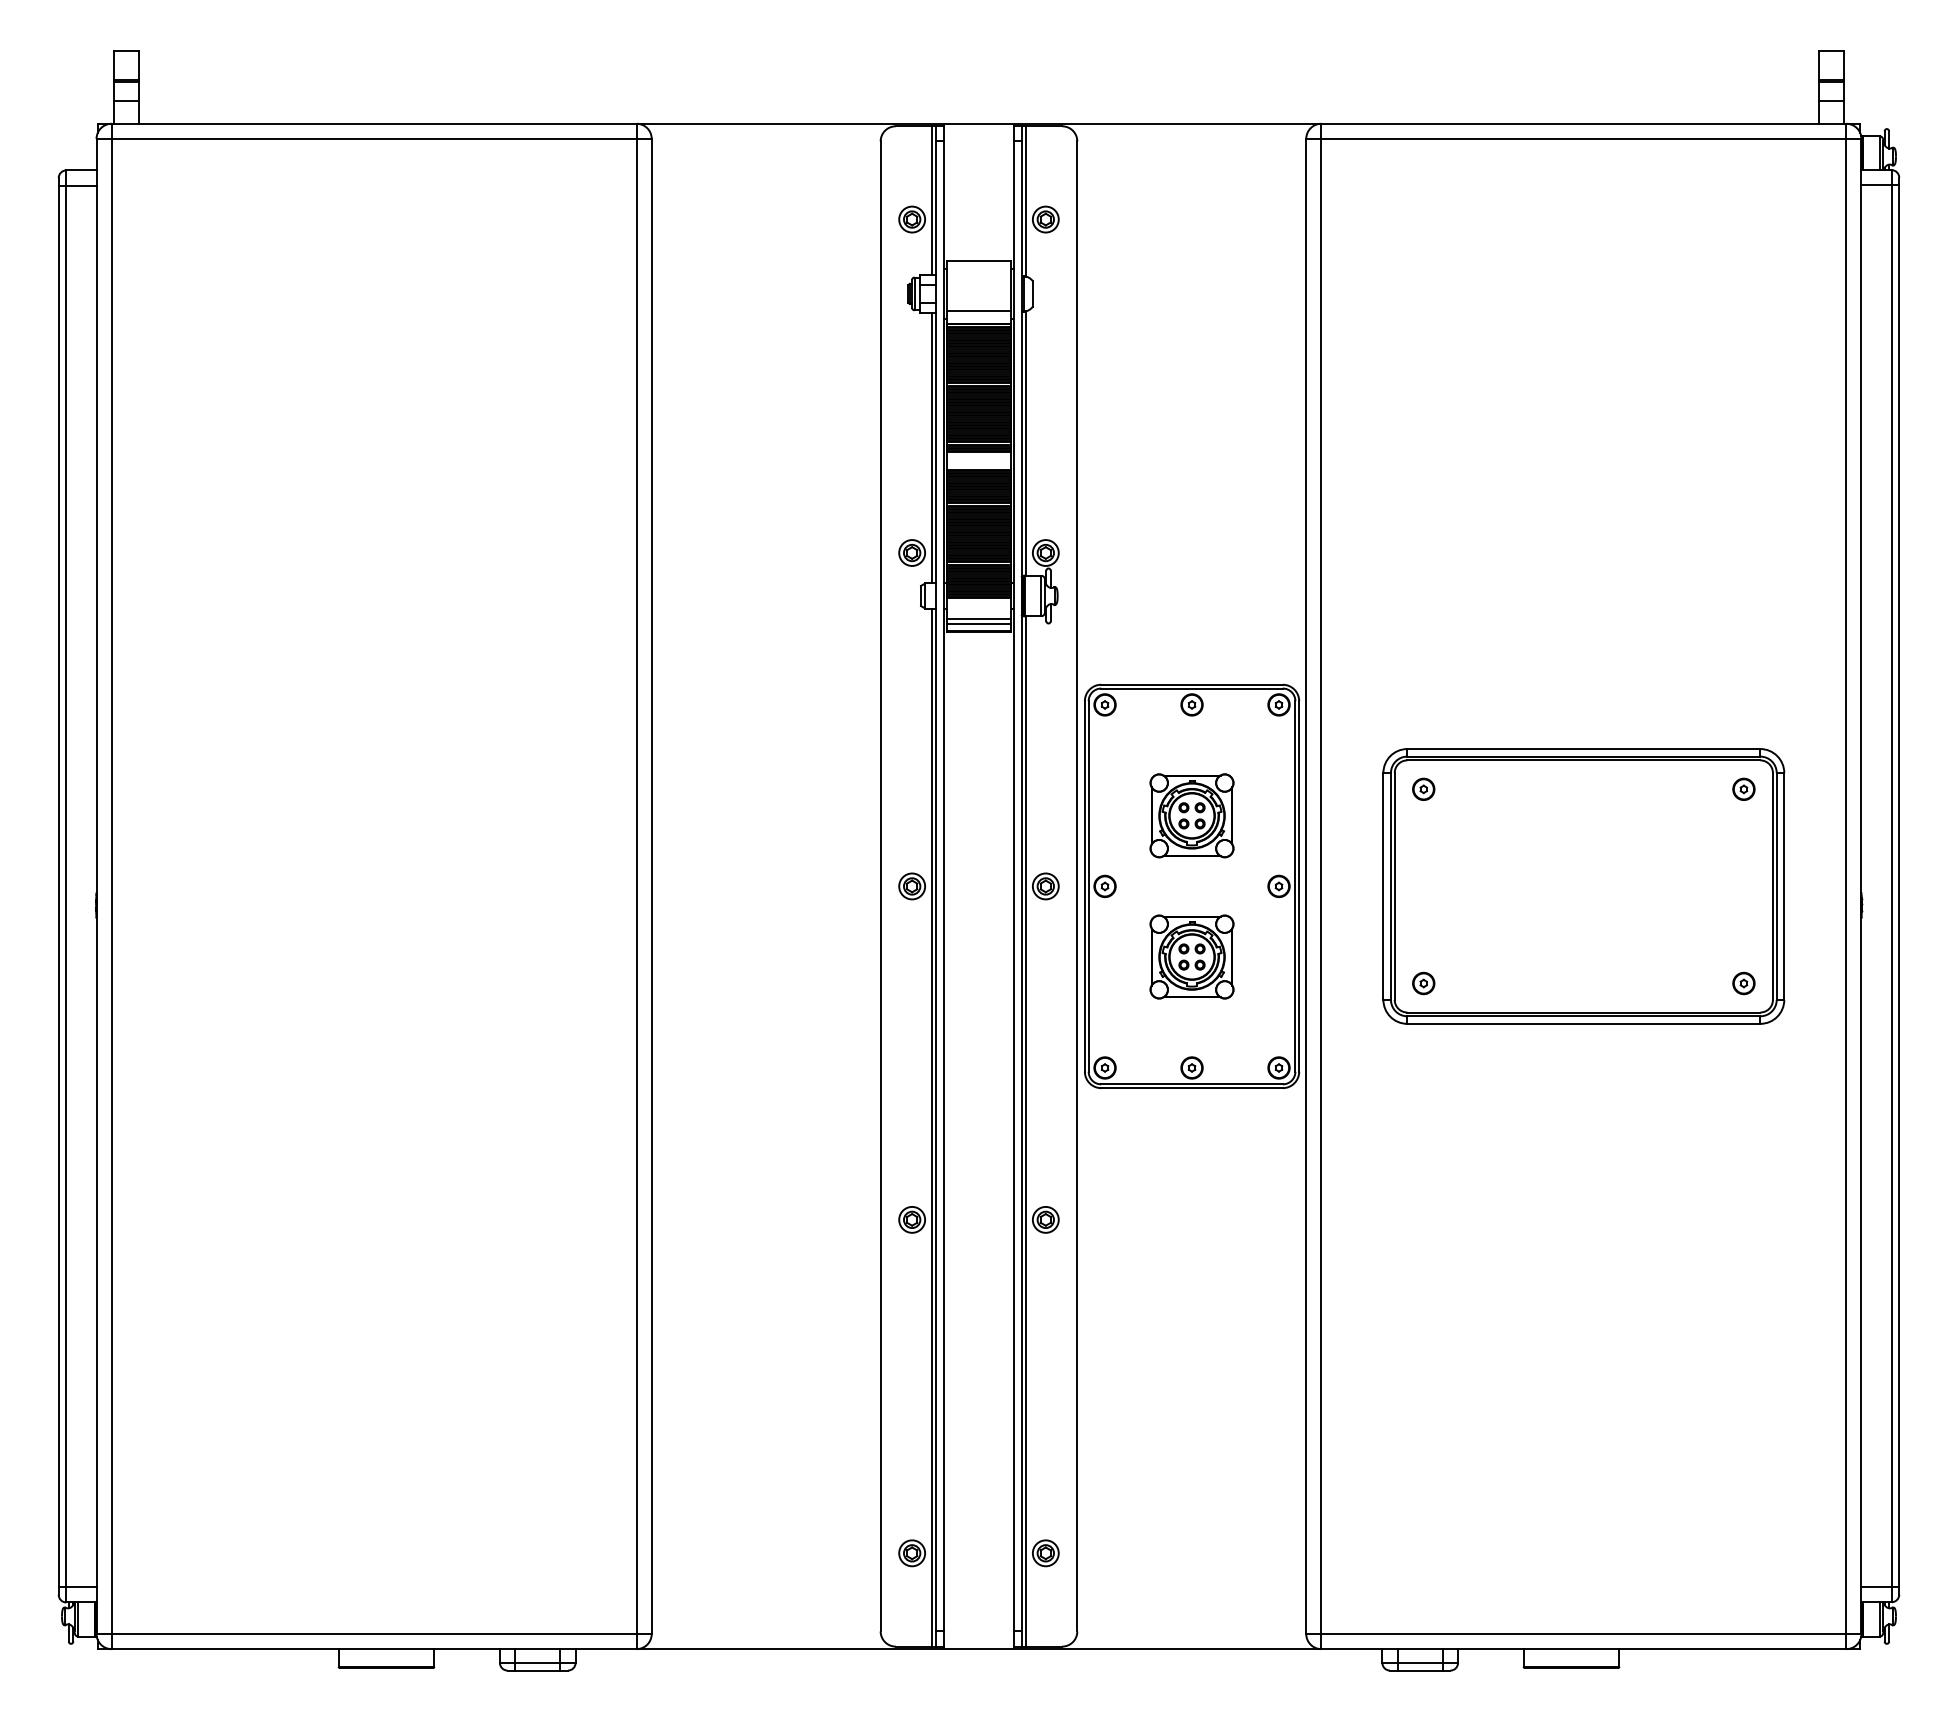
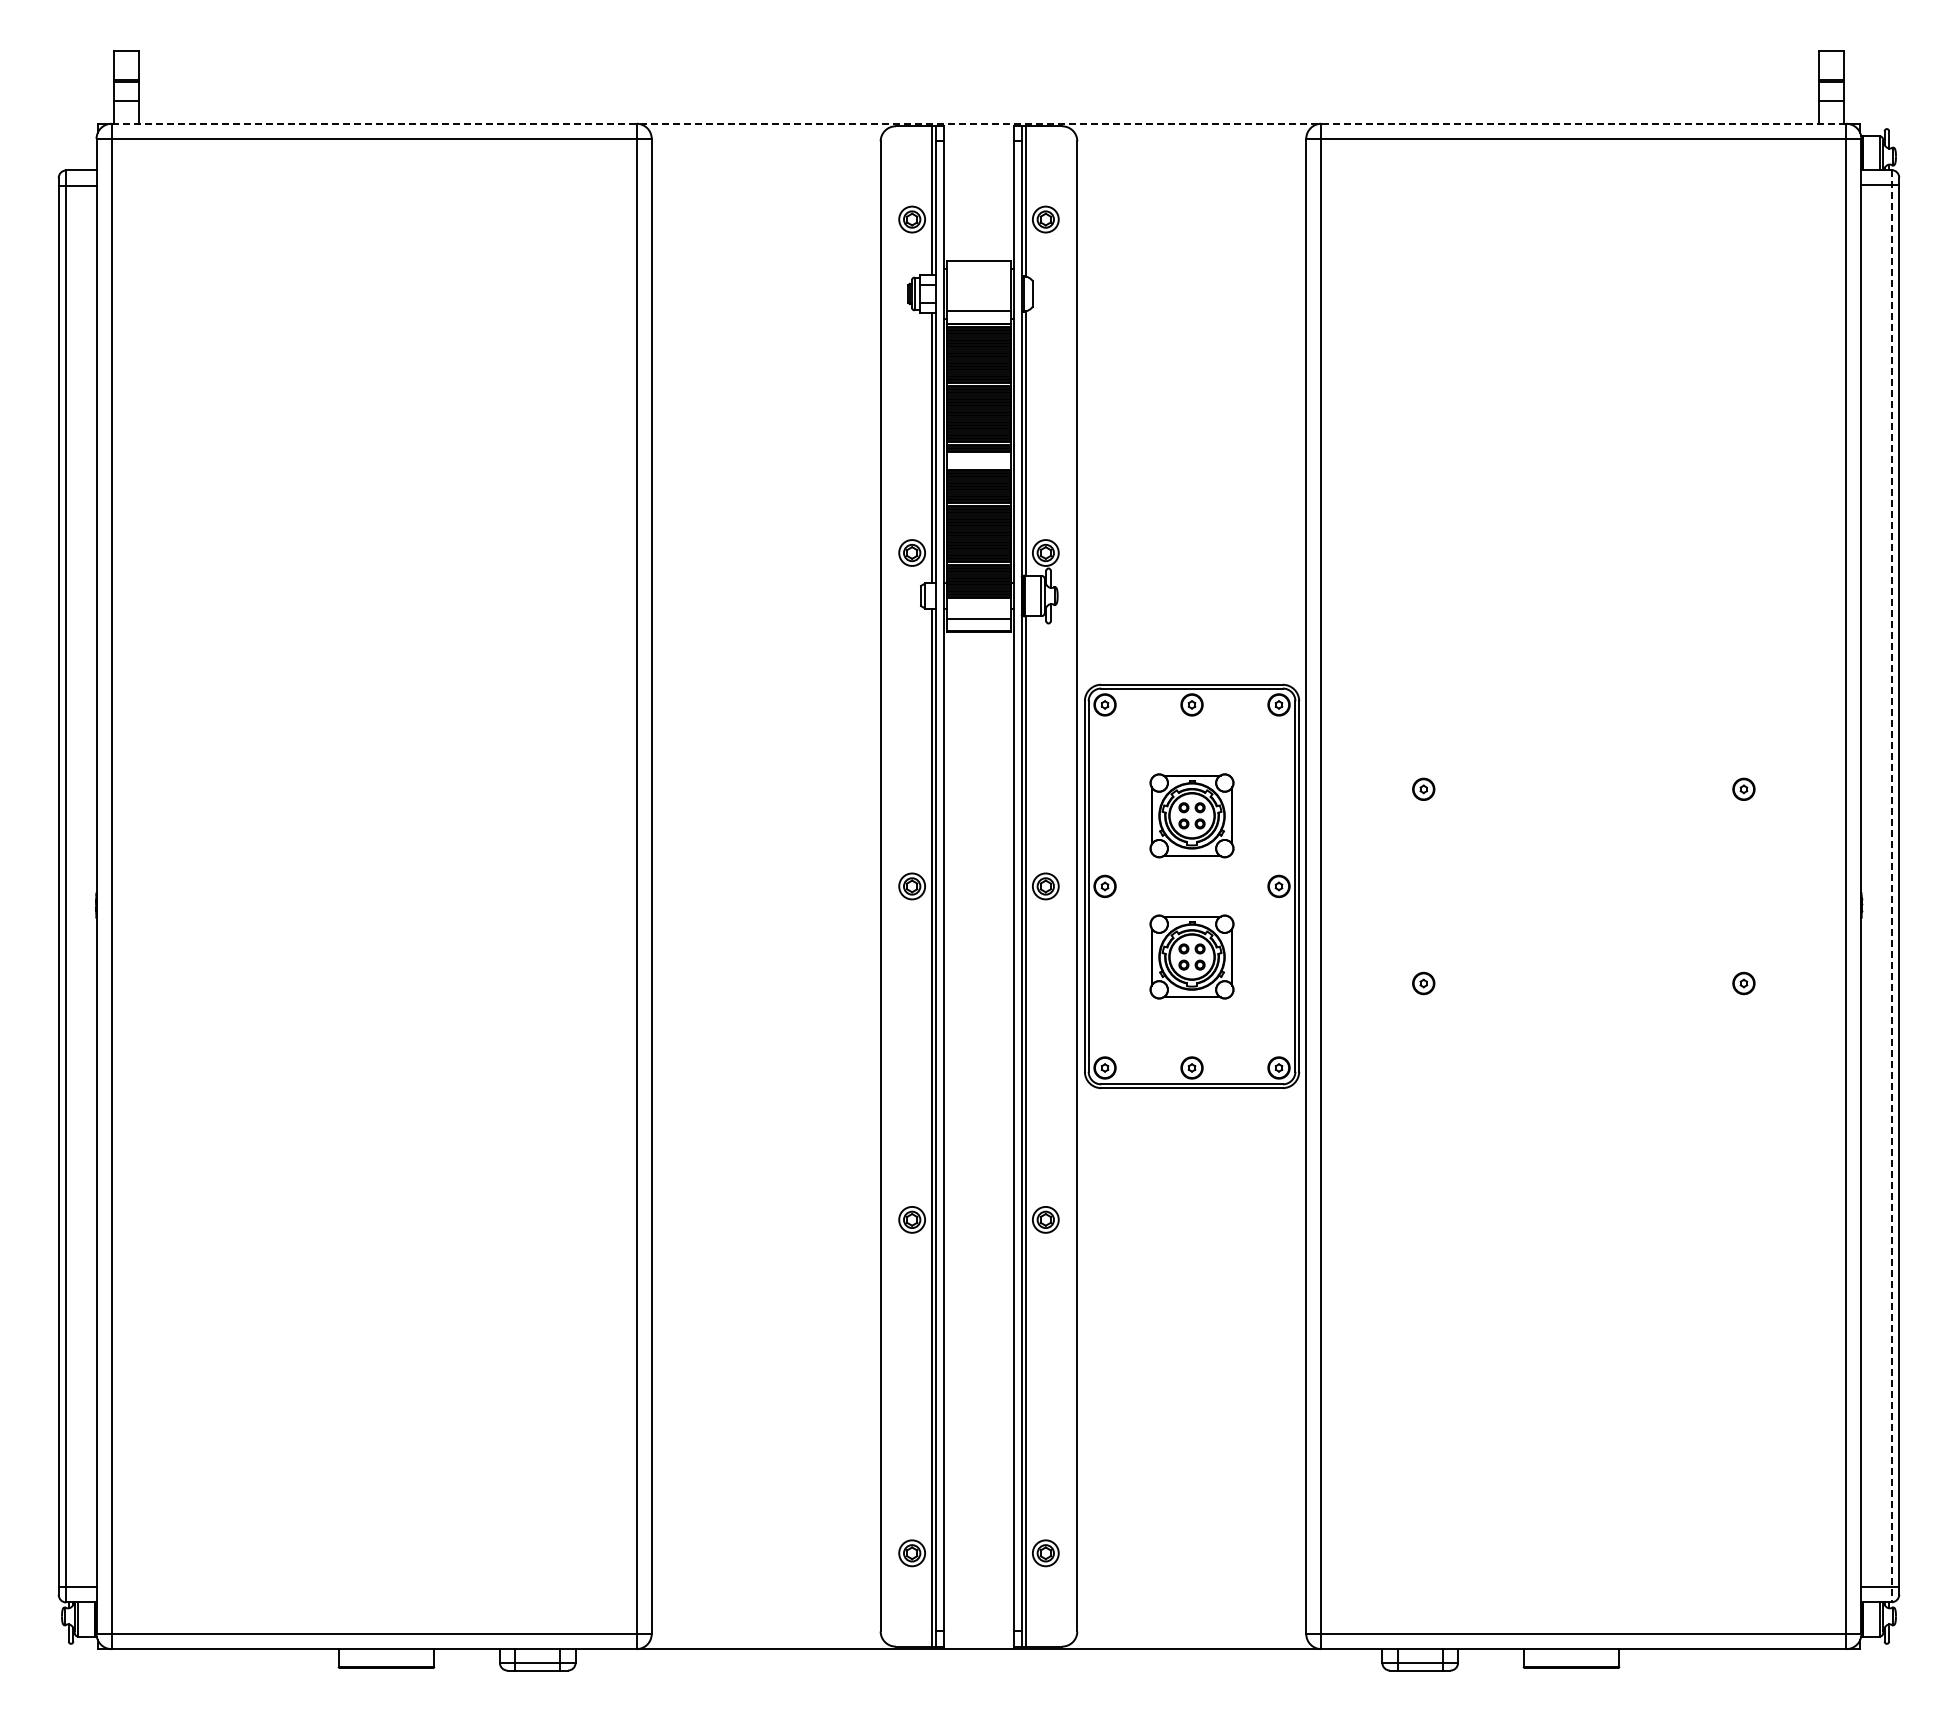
line at (979, 123): solid -> dashed
line at (978, 624): present -> none
part at (1583, 886): present -> none
line at (1891, 886): solid -> dashed
